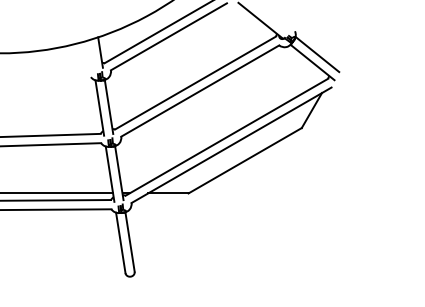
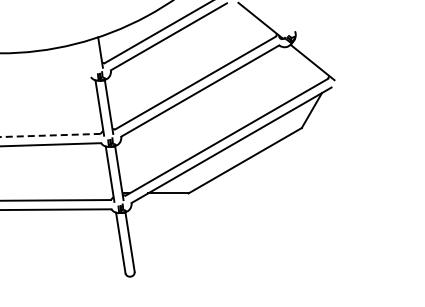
line at (317, 54): present -> none
line at (50, 135): solid -> dashed
line at (57, 193): present -> none
